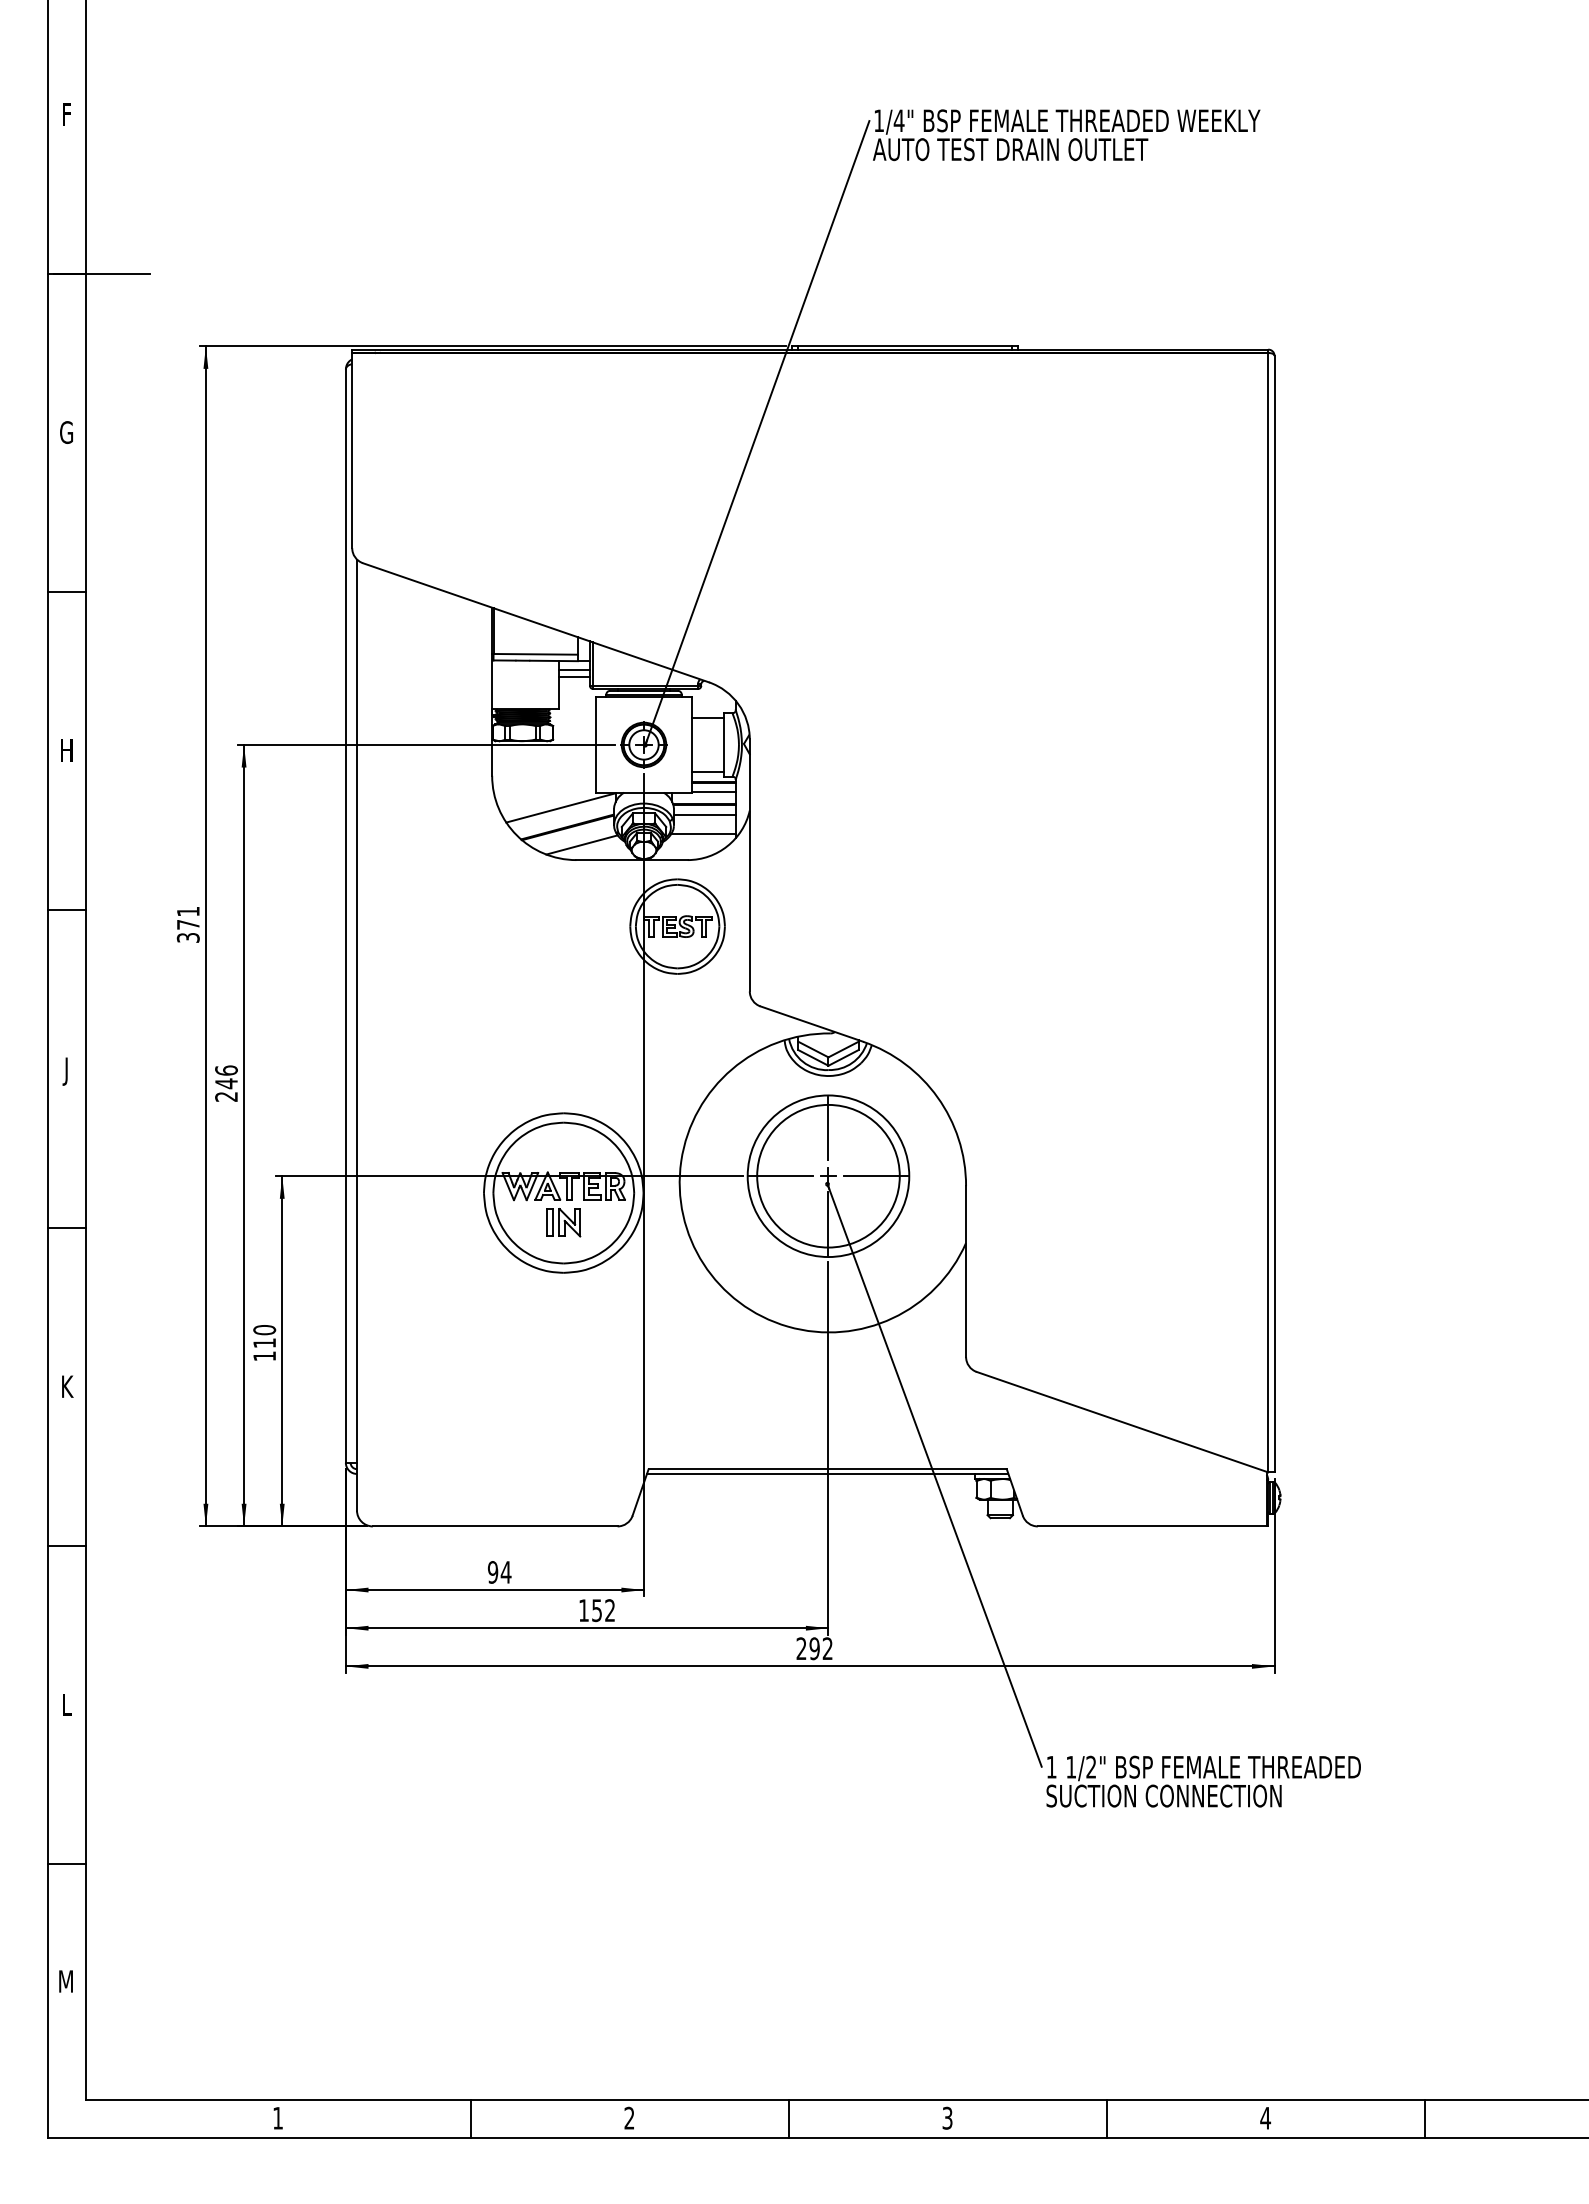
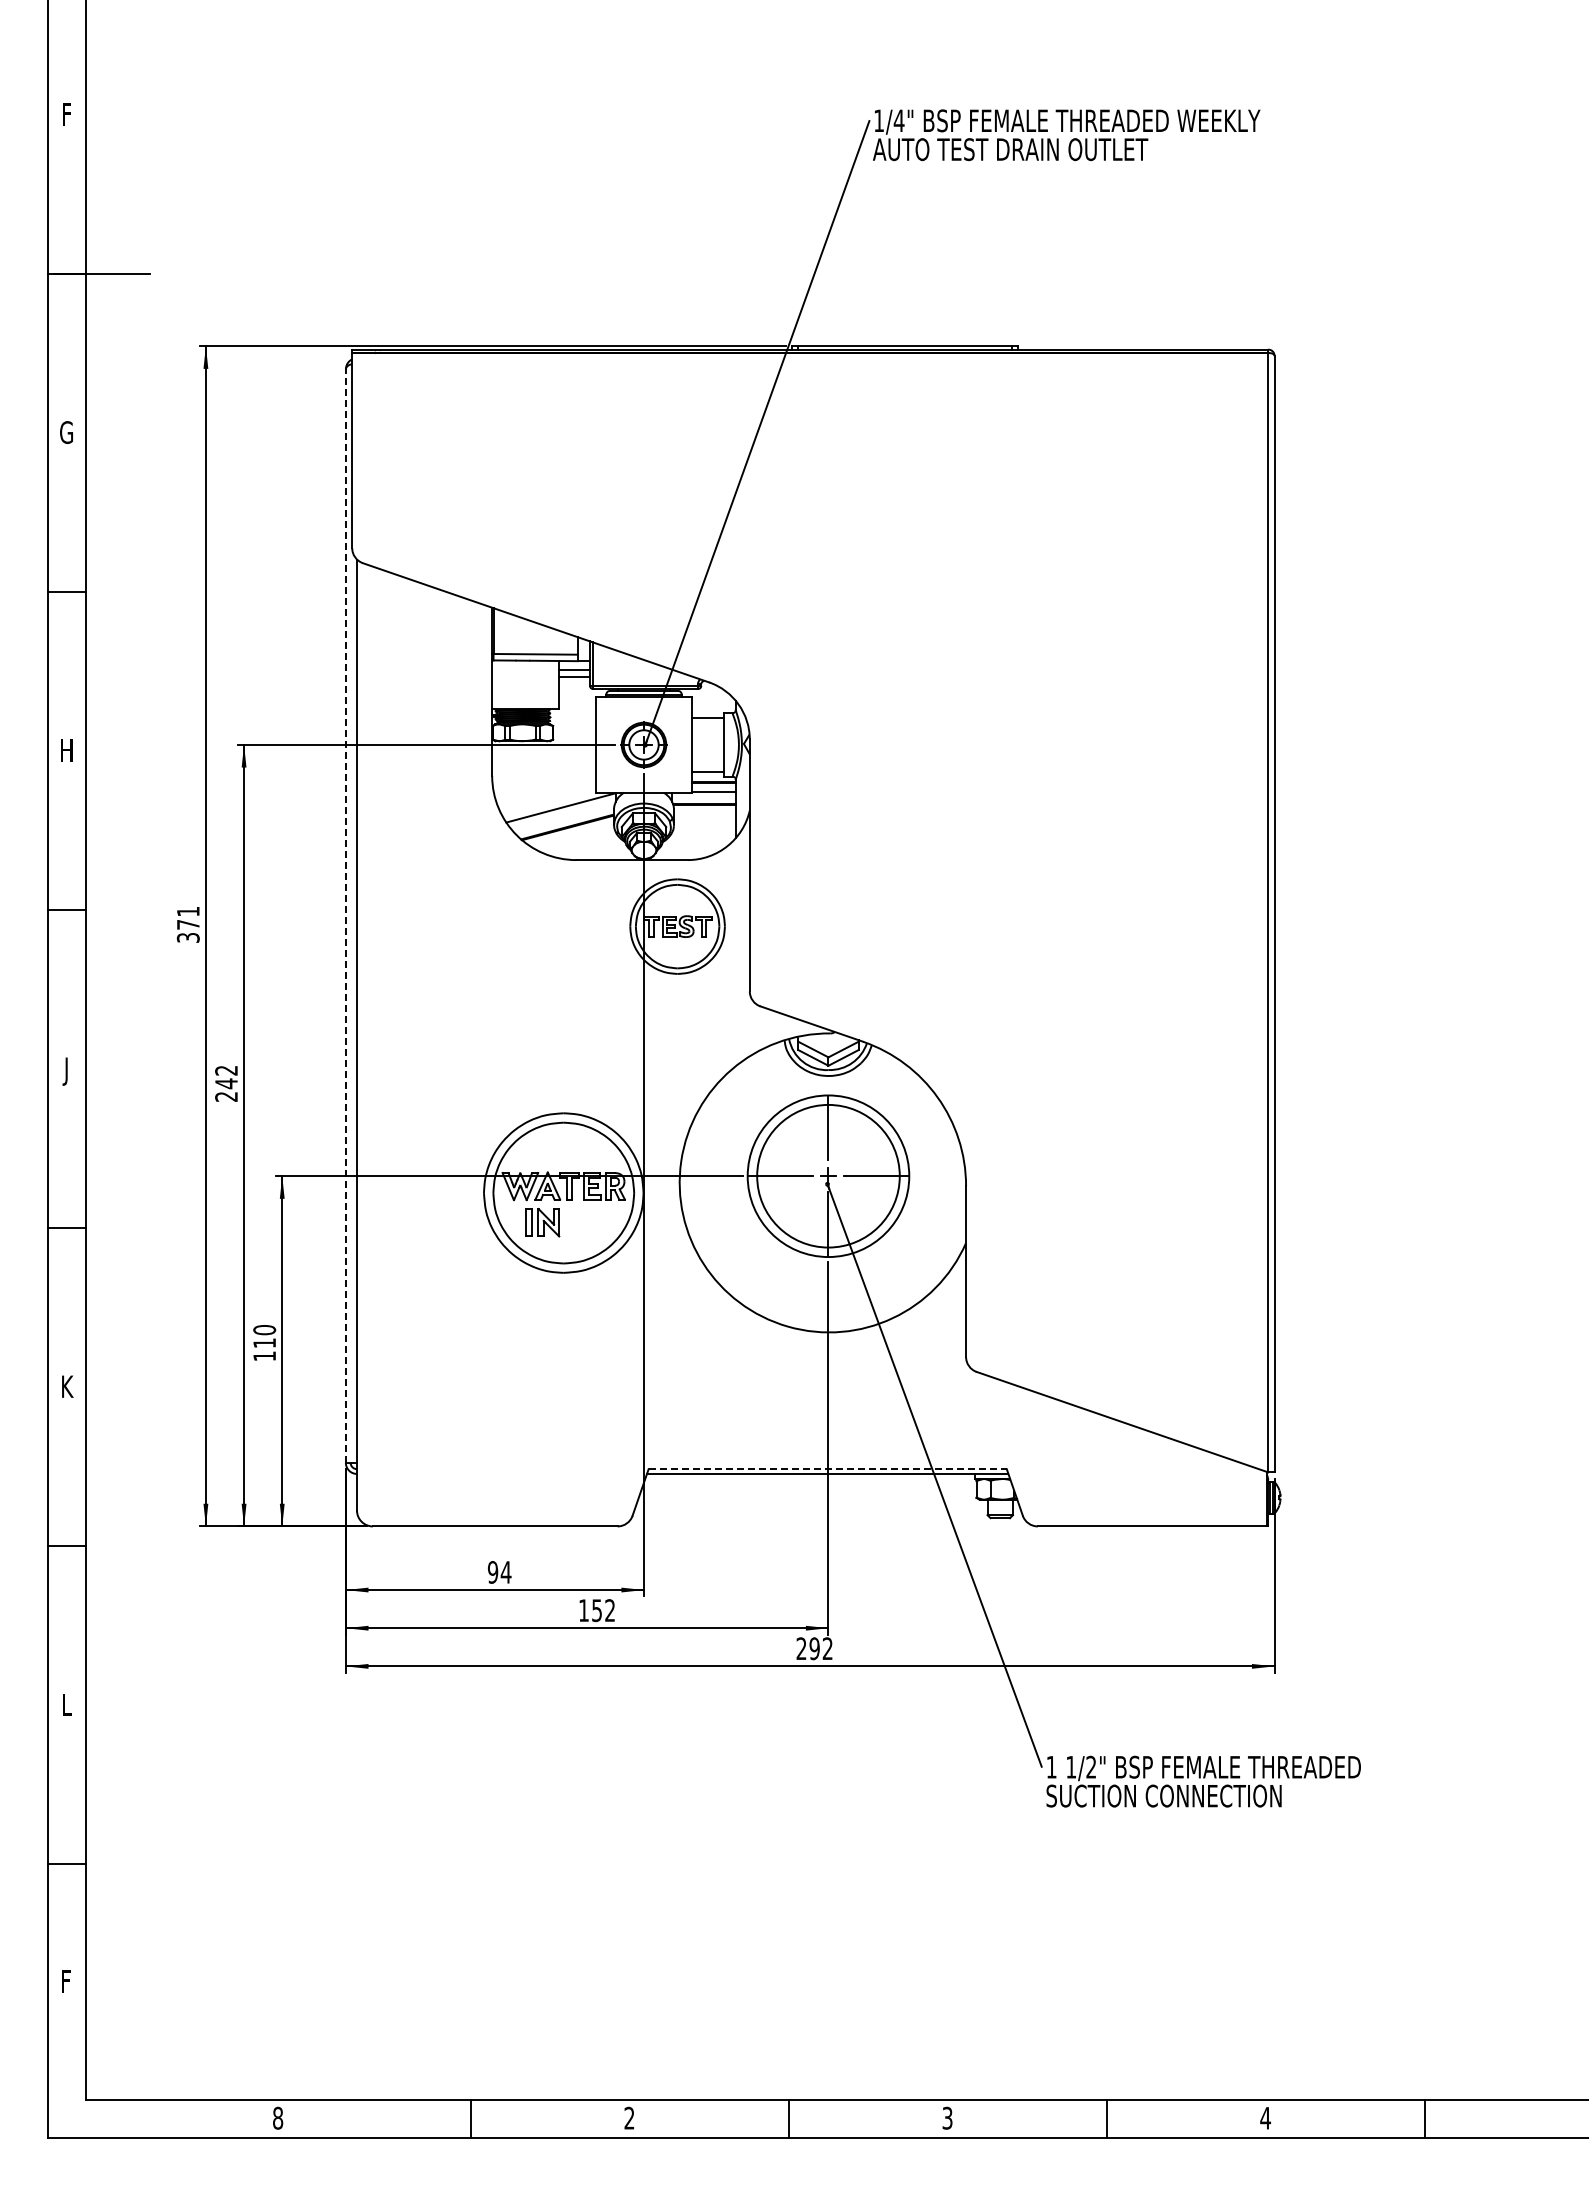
line at (704, 814): present -> none
line at (703, 833): present -> none
line at (581, 844): present -> none
line at (345, 916): solid -> dashed
text at (226, 1070): 246 -> 242
part at (563, 1222) position: (563, 1222) -> (542, 1222)
line at (828, 1469): solid -> dashed
text at (65, 1981): M -> F
text at (278, 2117): 1 -> 8
